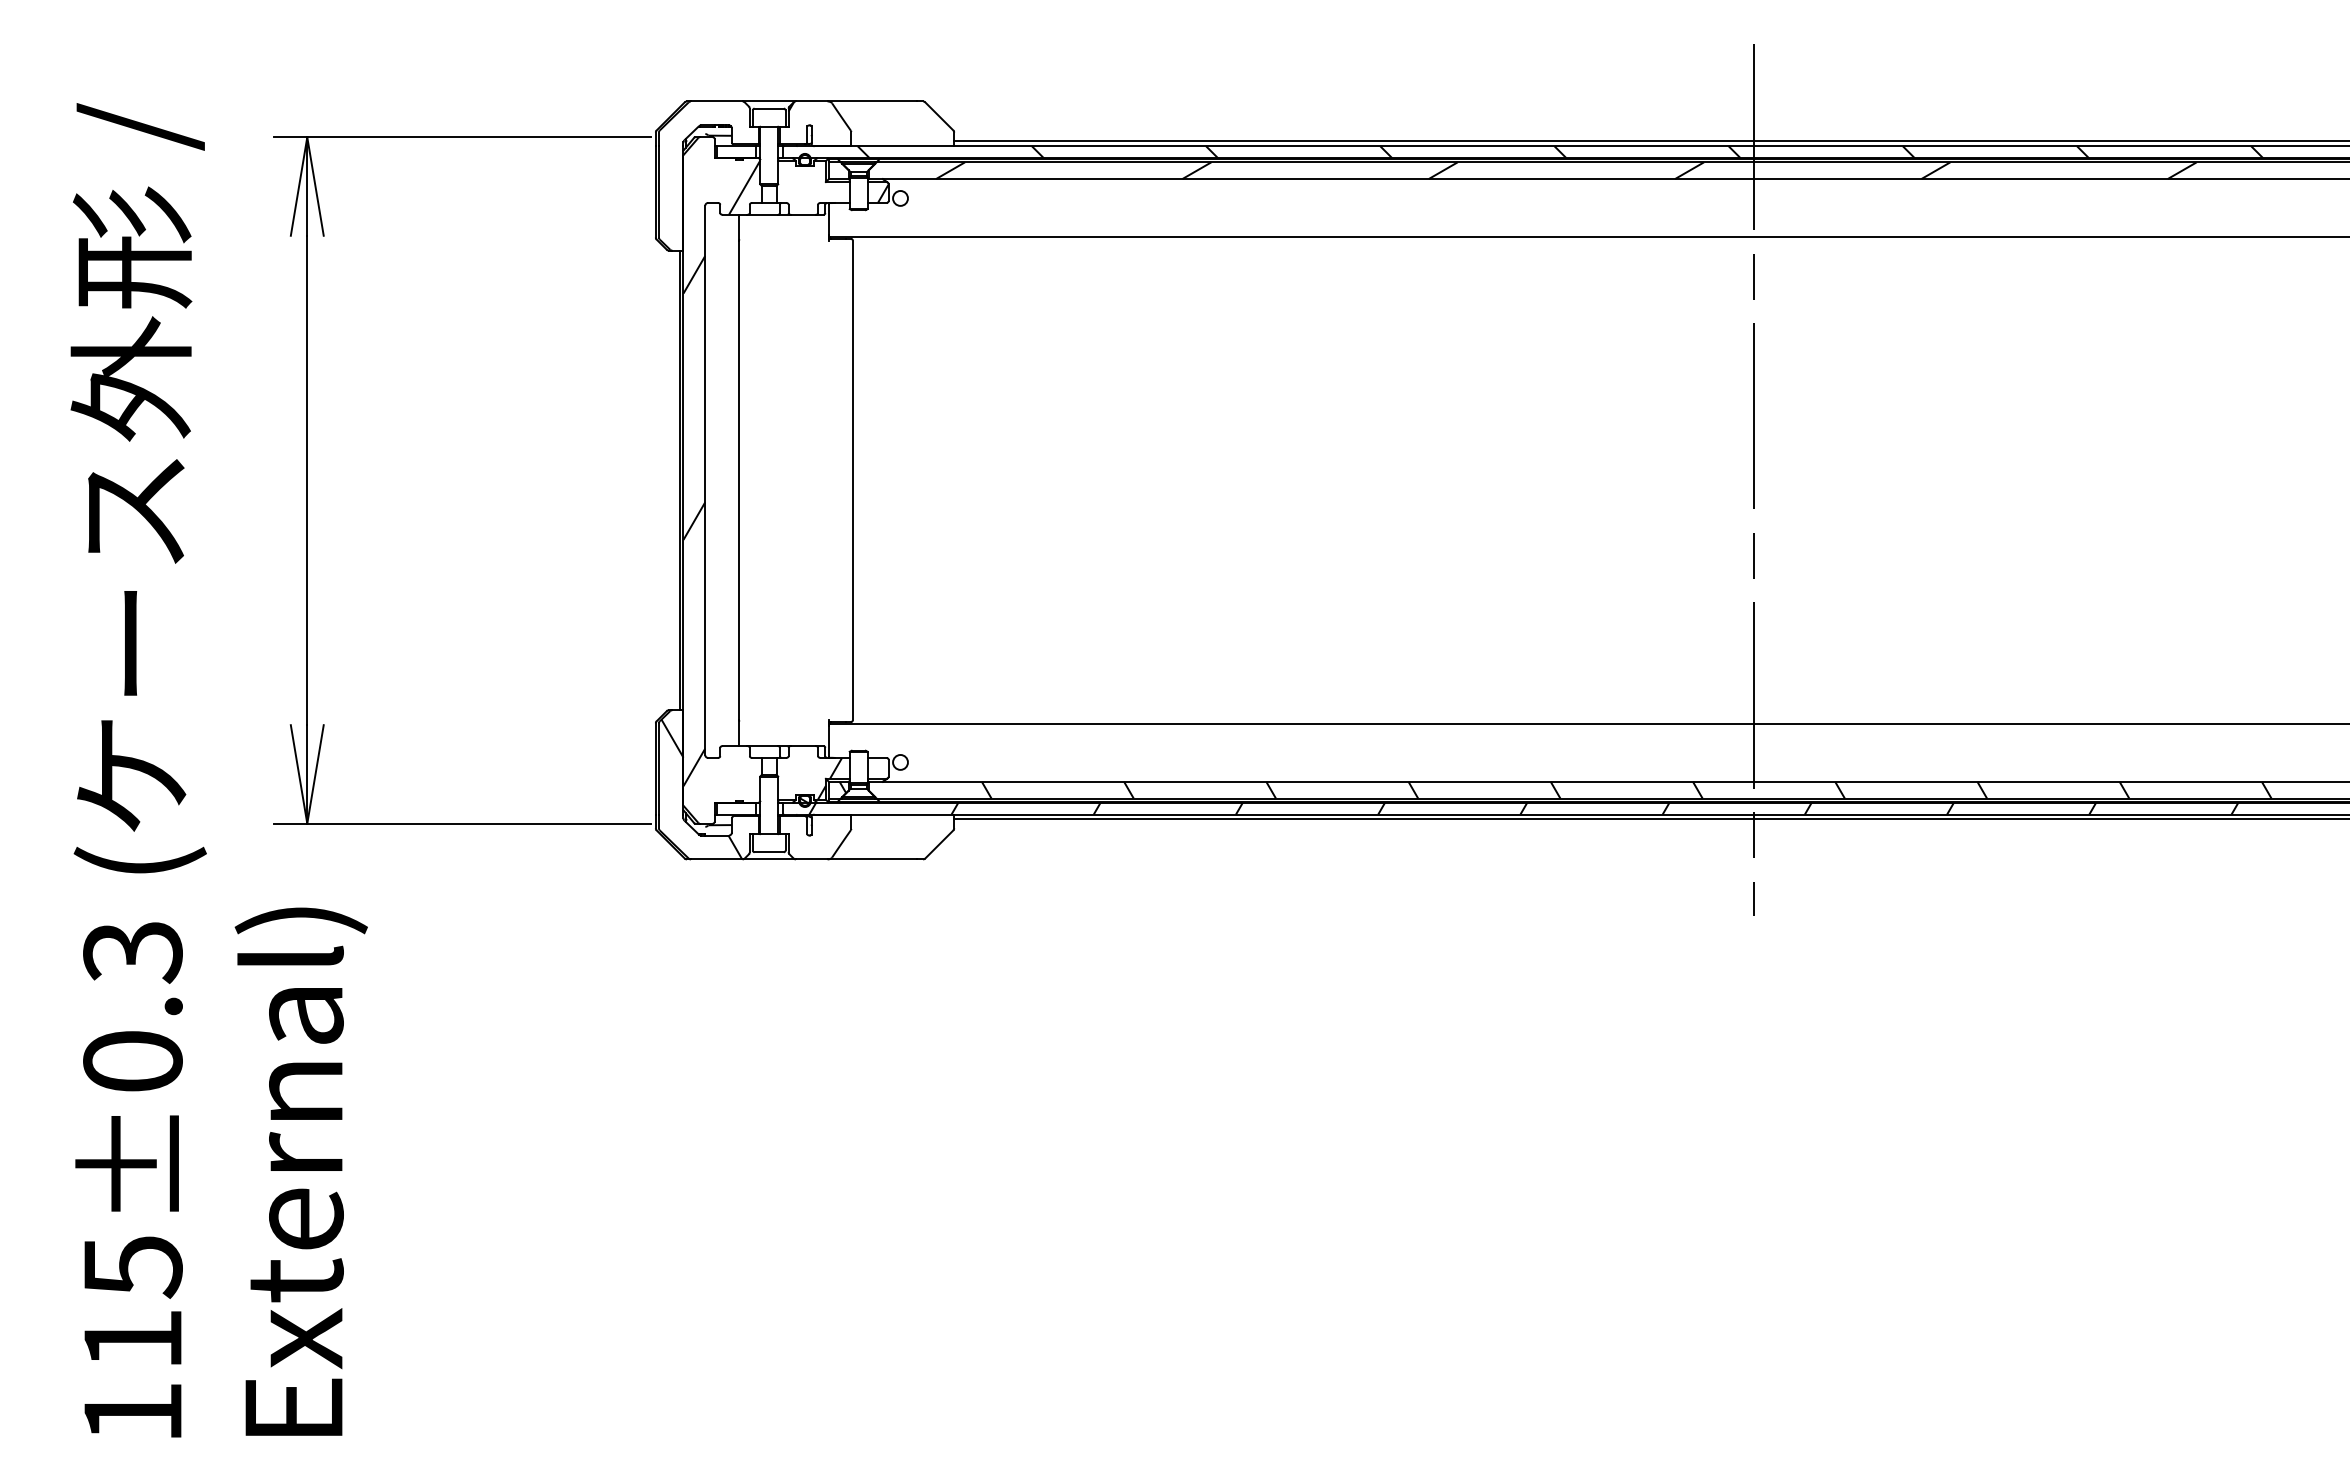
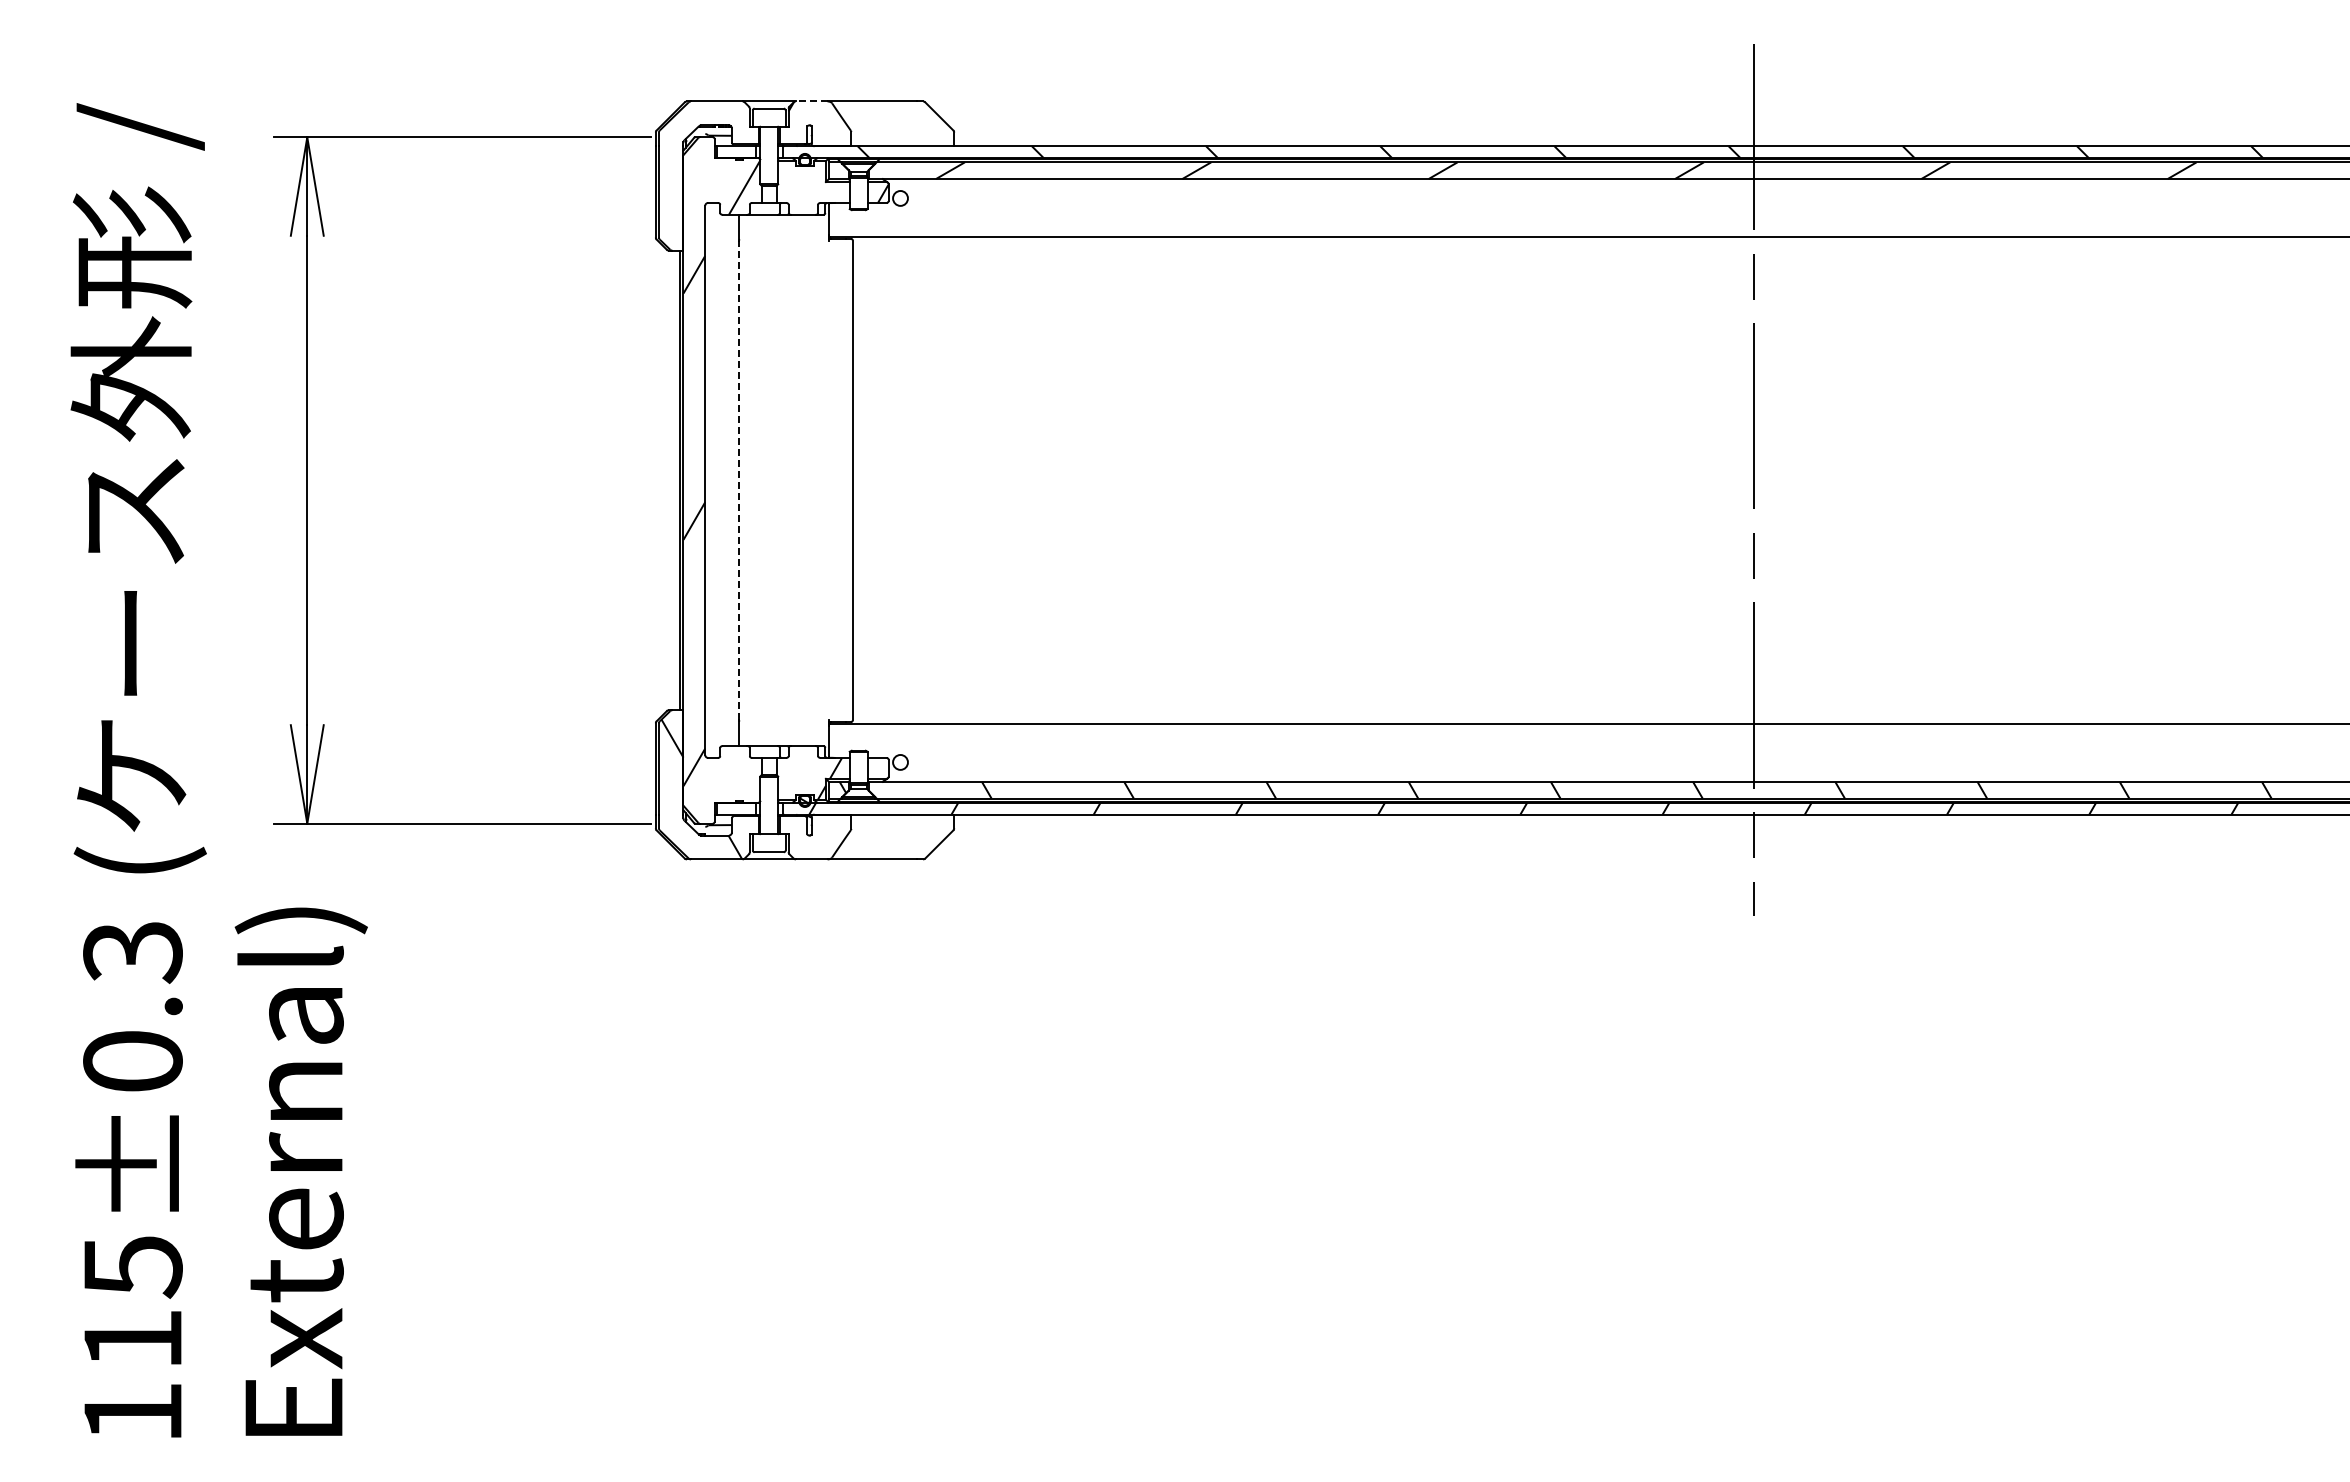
line at (811, 101): solid -> dashed
line at (1650, 141): present -> none
line at (739, 480): solid -> dashed
line at (1650, 819): present -> none
